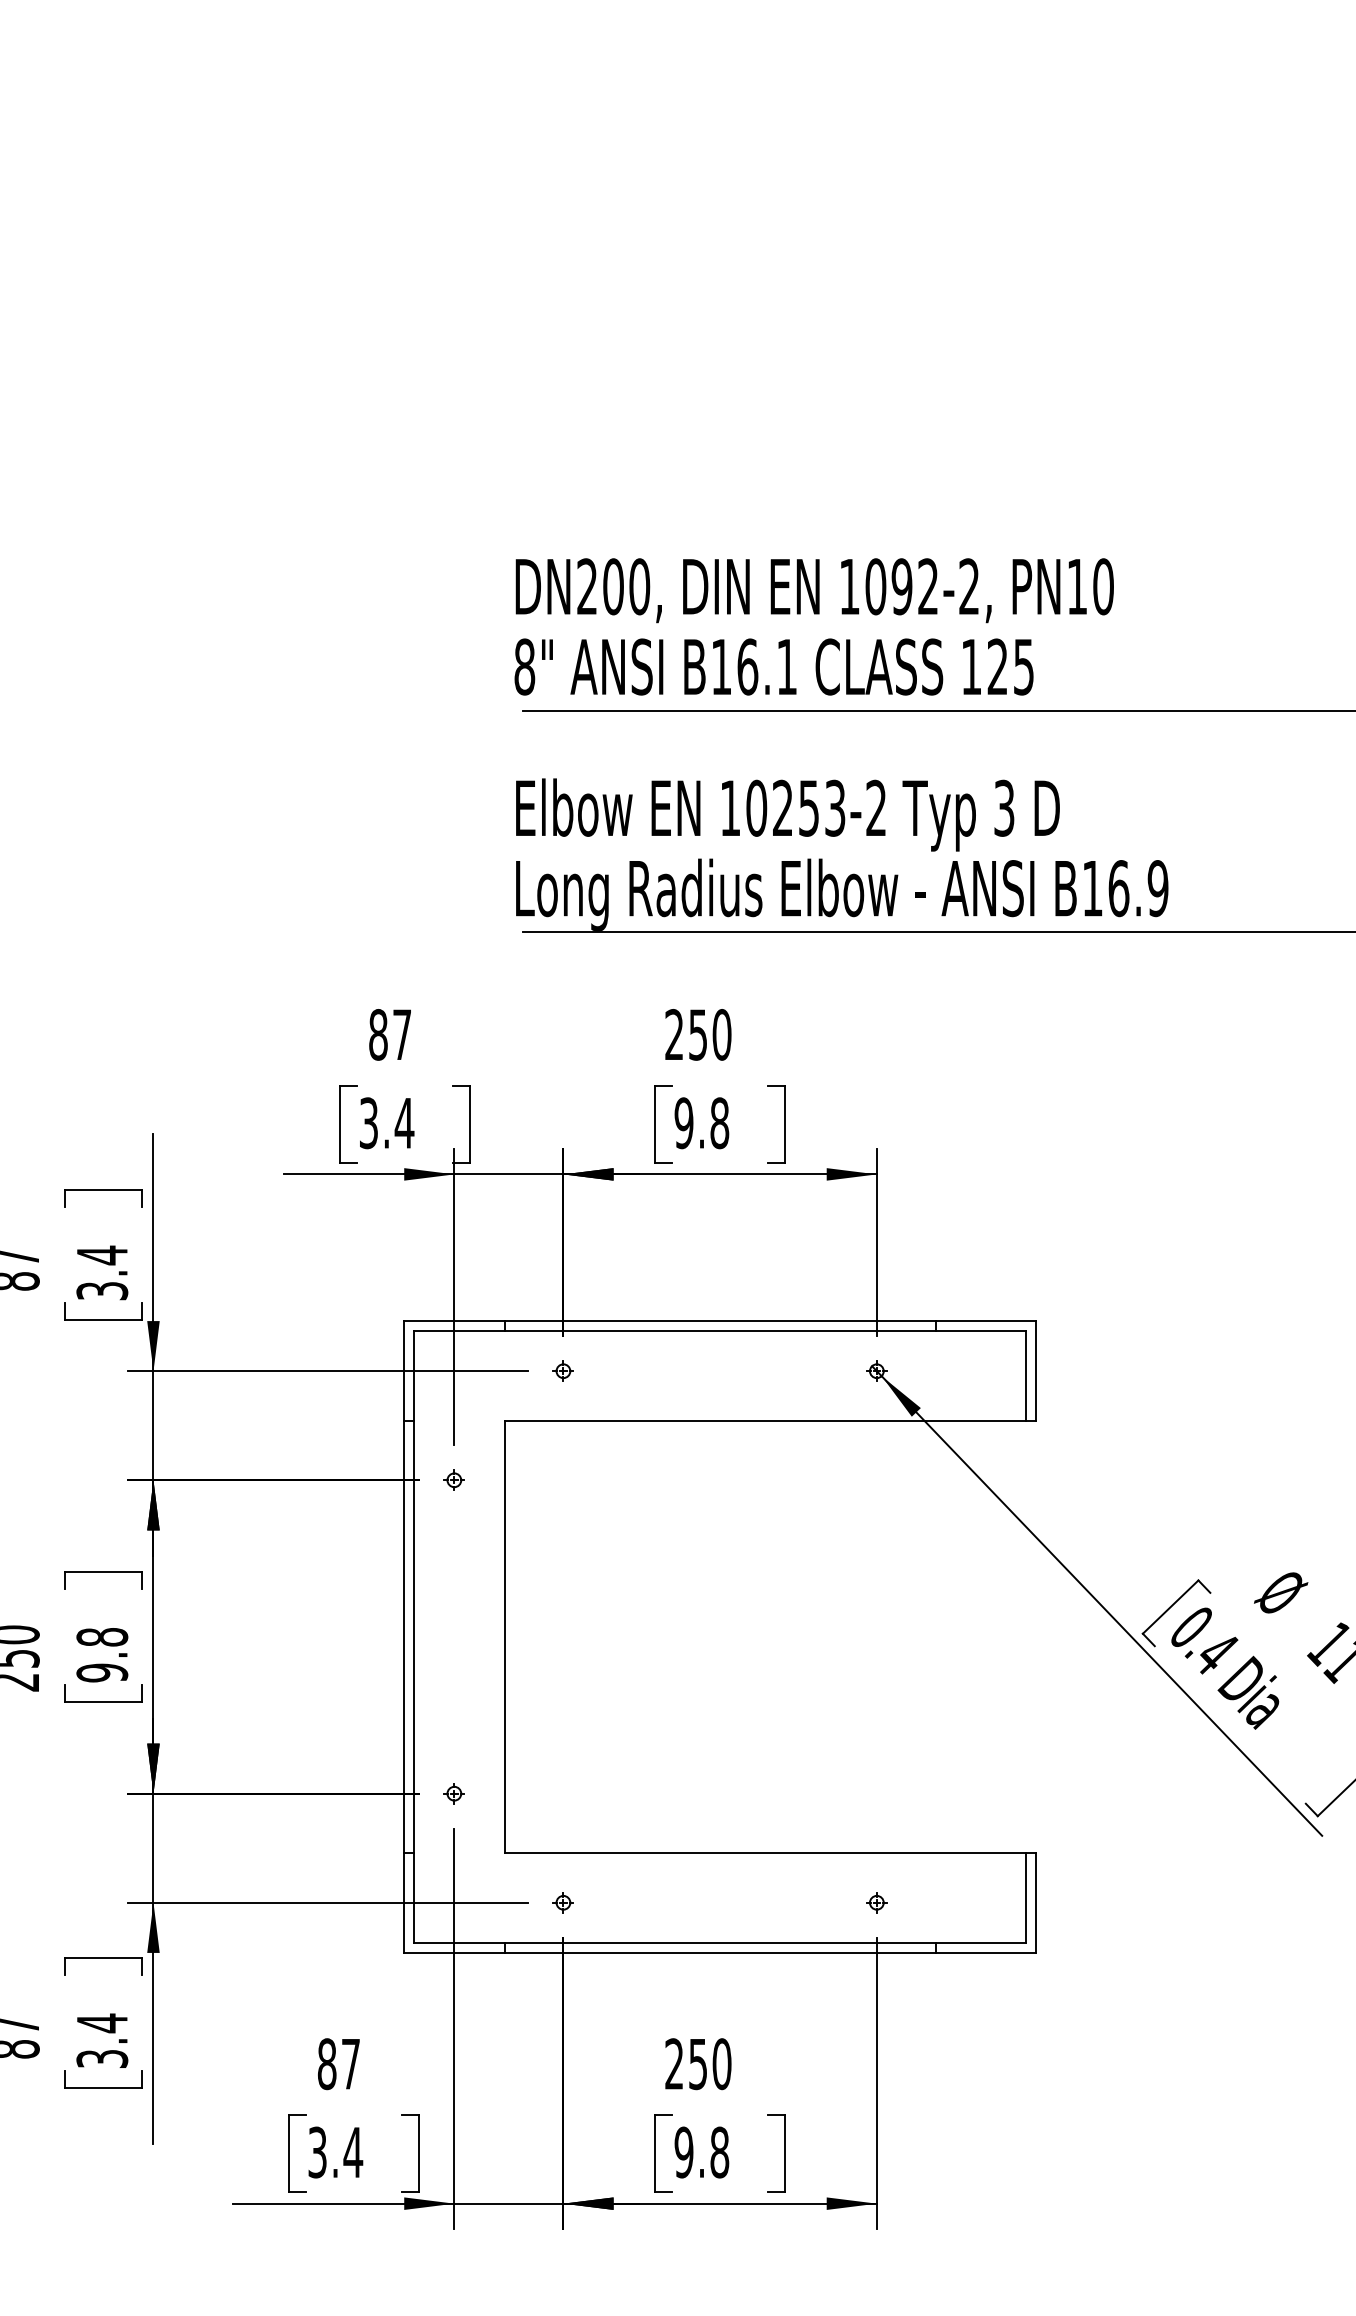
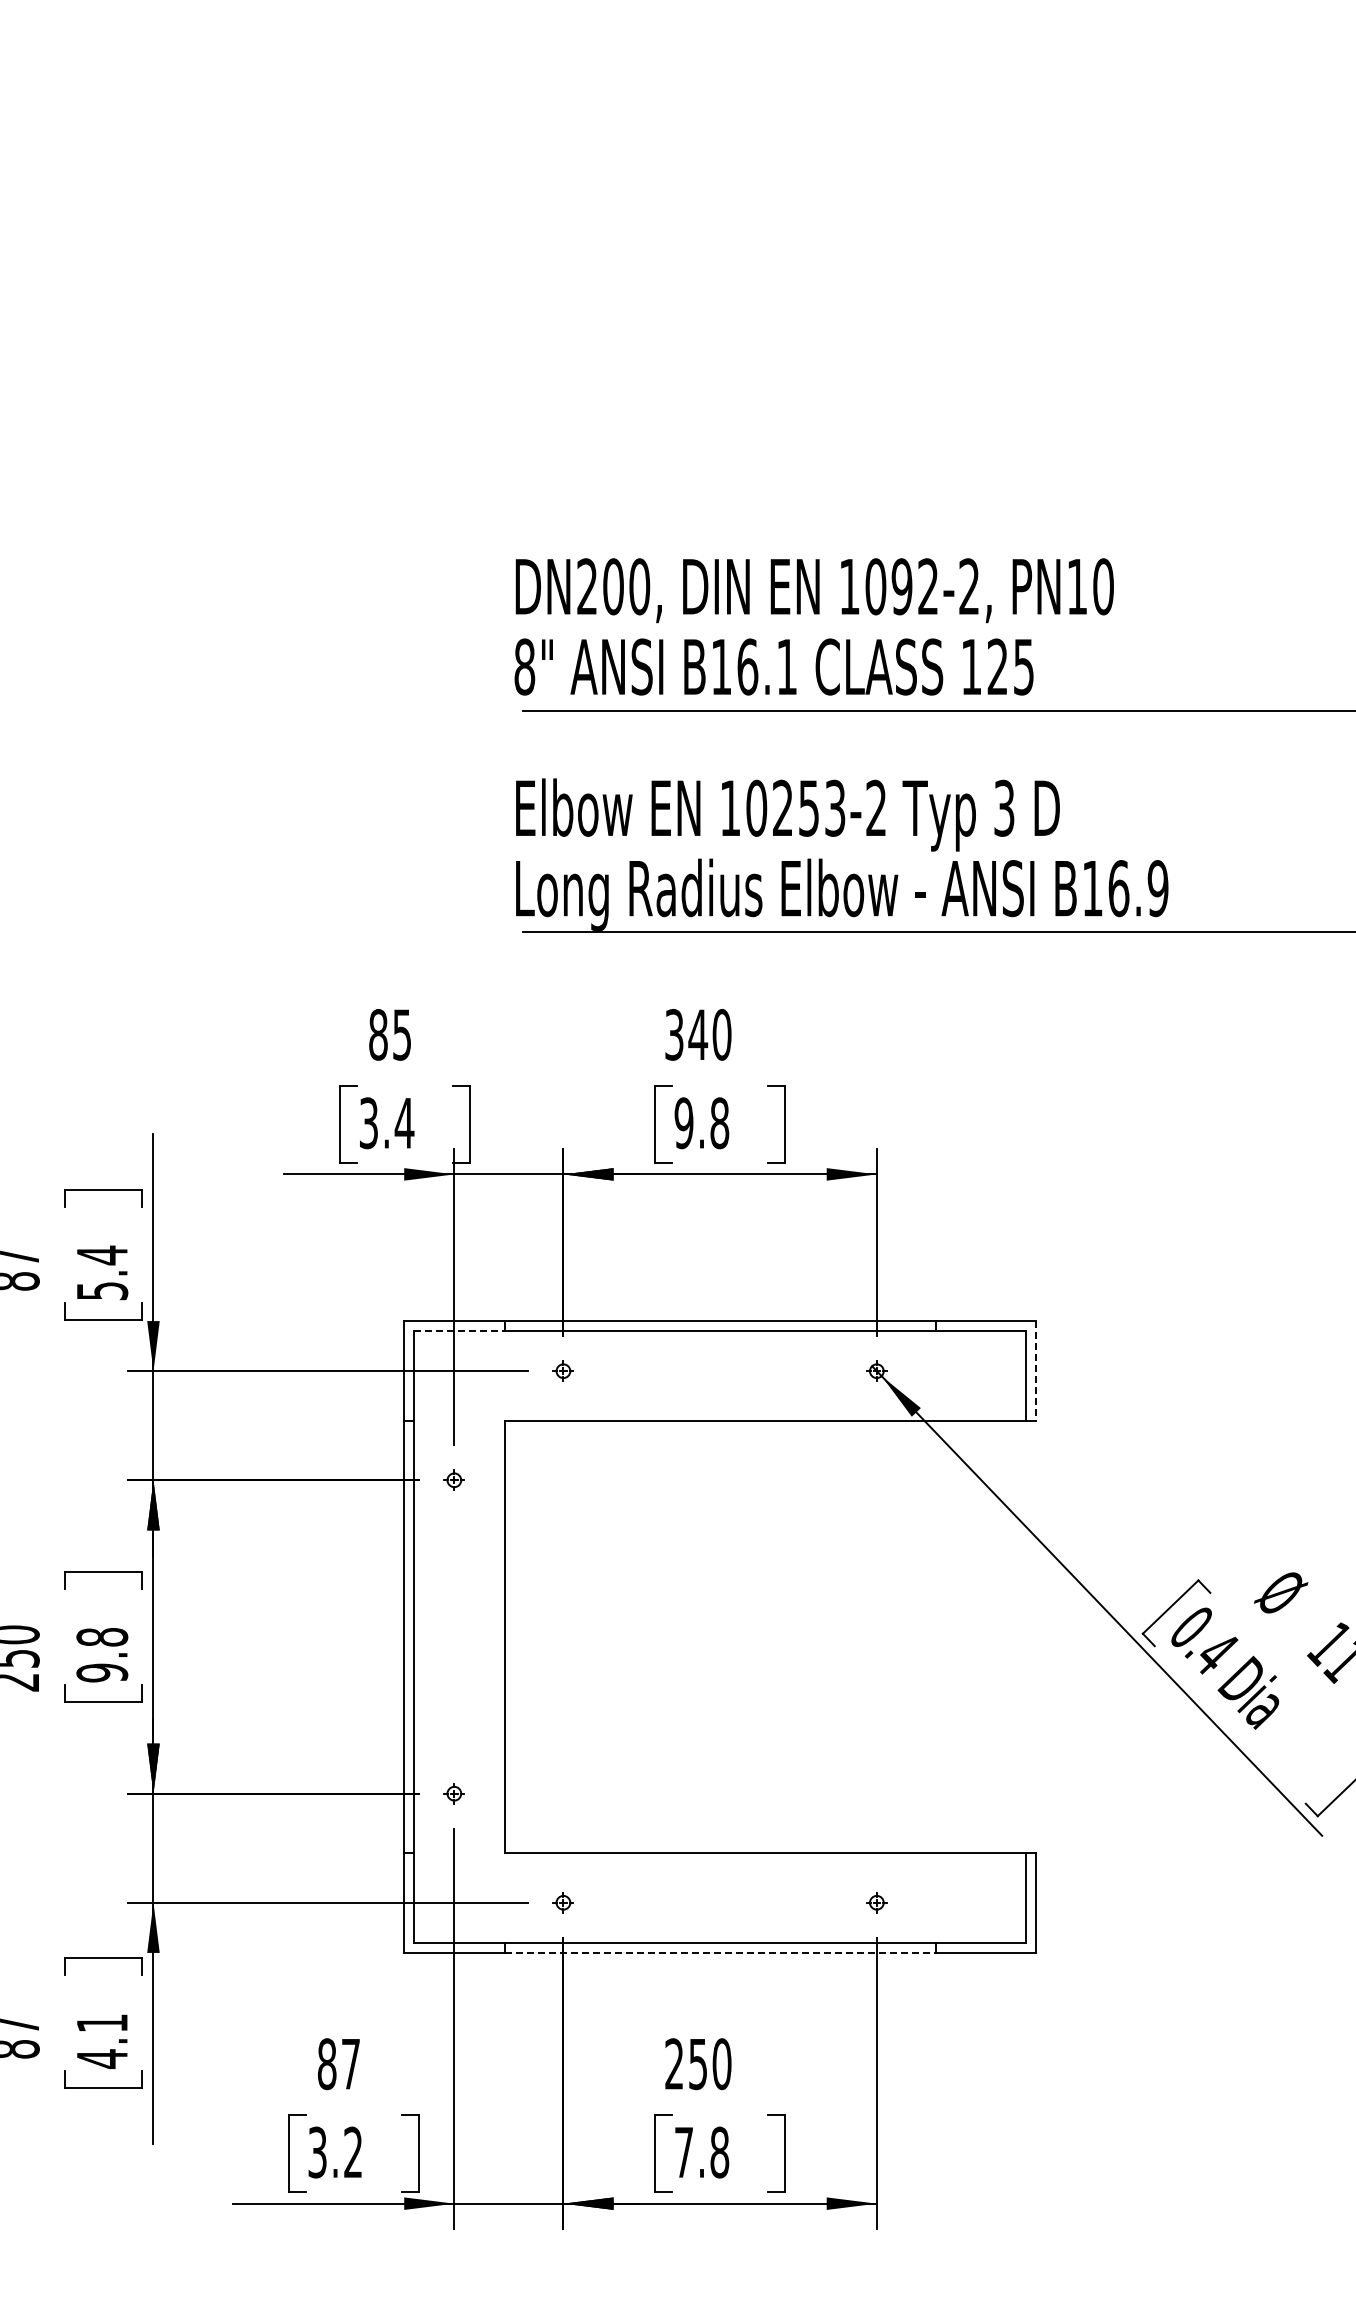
text at (401, 1034): 87 -> 85
text at (686, 1034): 250 -> 340
text at (101, 1290): 3.4 -> 5.4
line at (459, 1331): solid -> dashed
line at (1036, 1371): solid -> dashed
line at (720, 1952): solid -> dashed
text at (102, 2040): 3.4 -> 4.1
text at (353, 2151): 3.4 -> 3.2
text at (683, 2152): 9.8 -> 7.8
